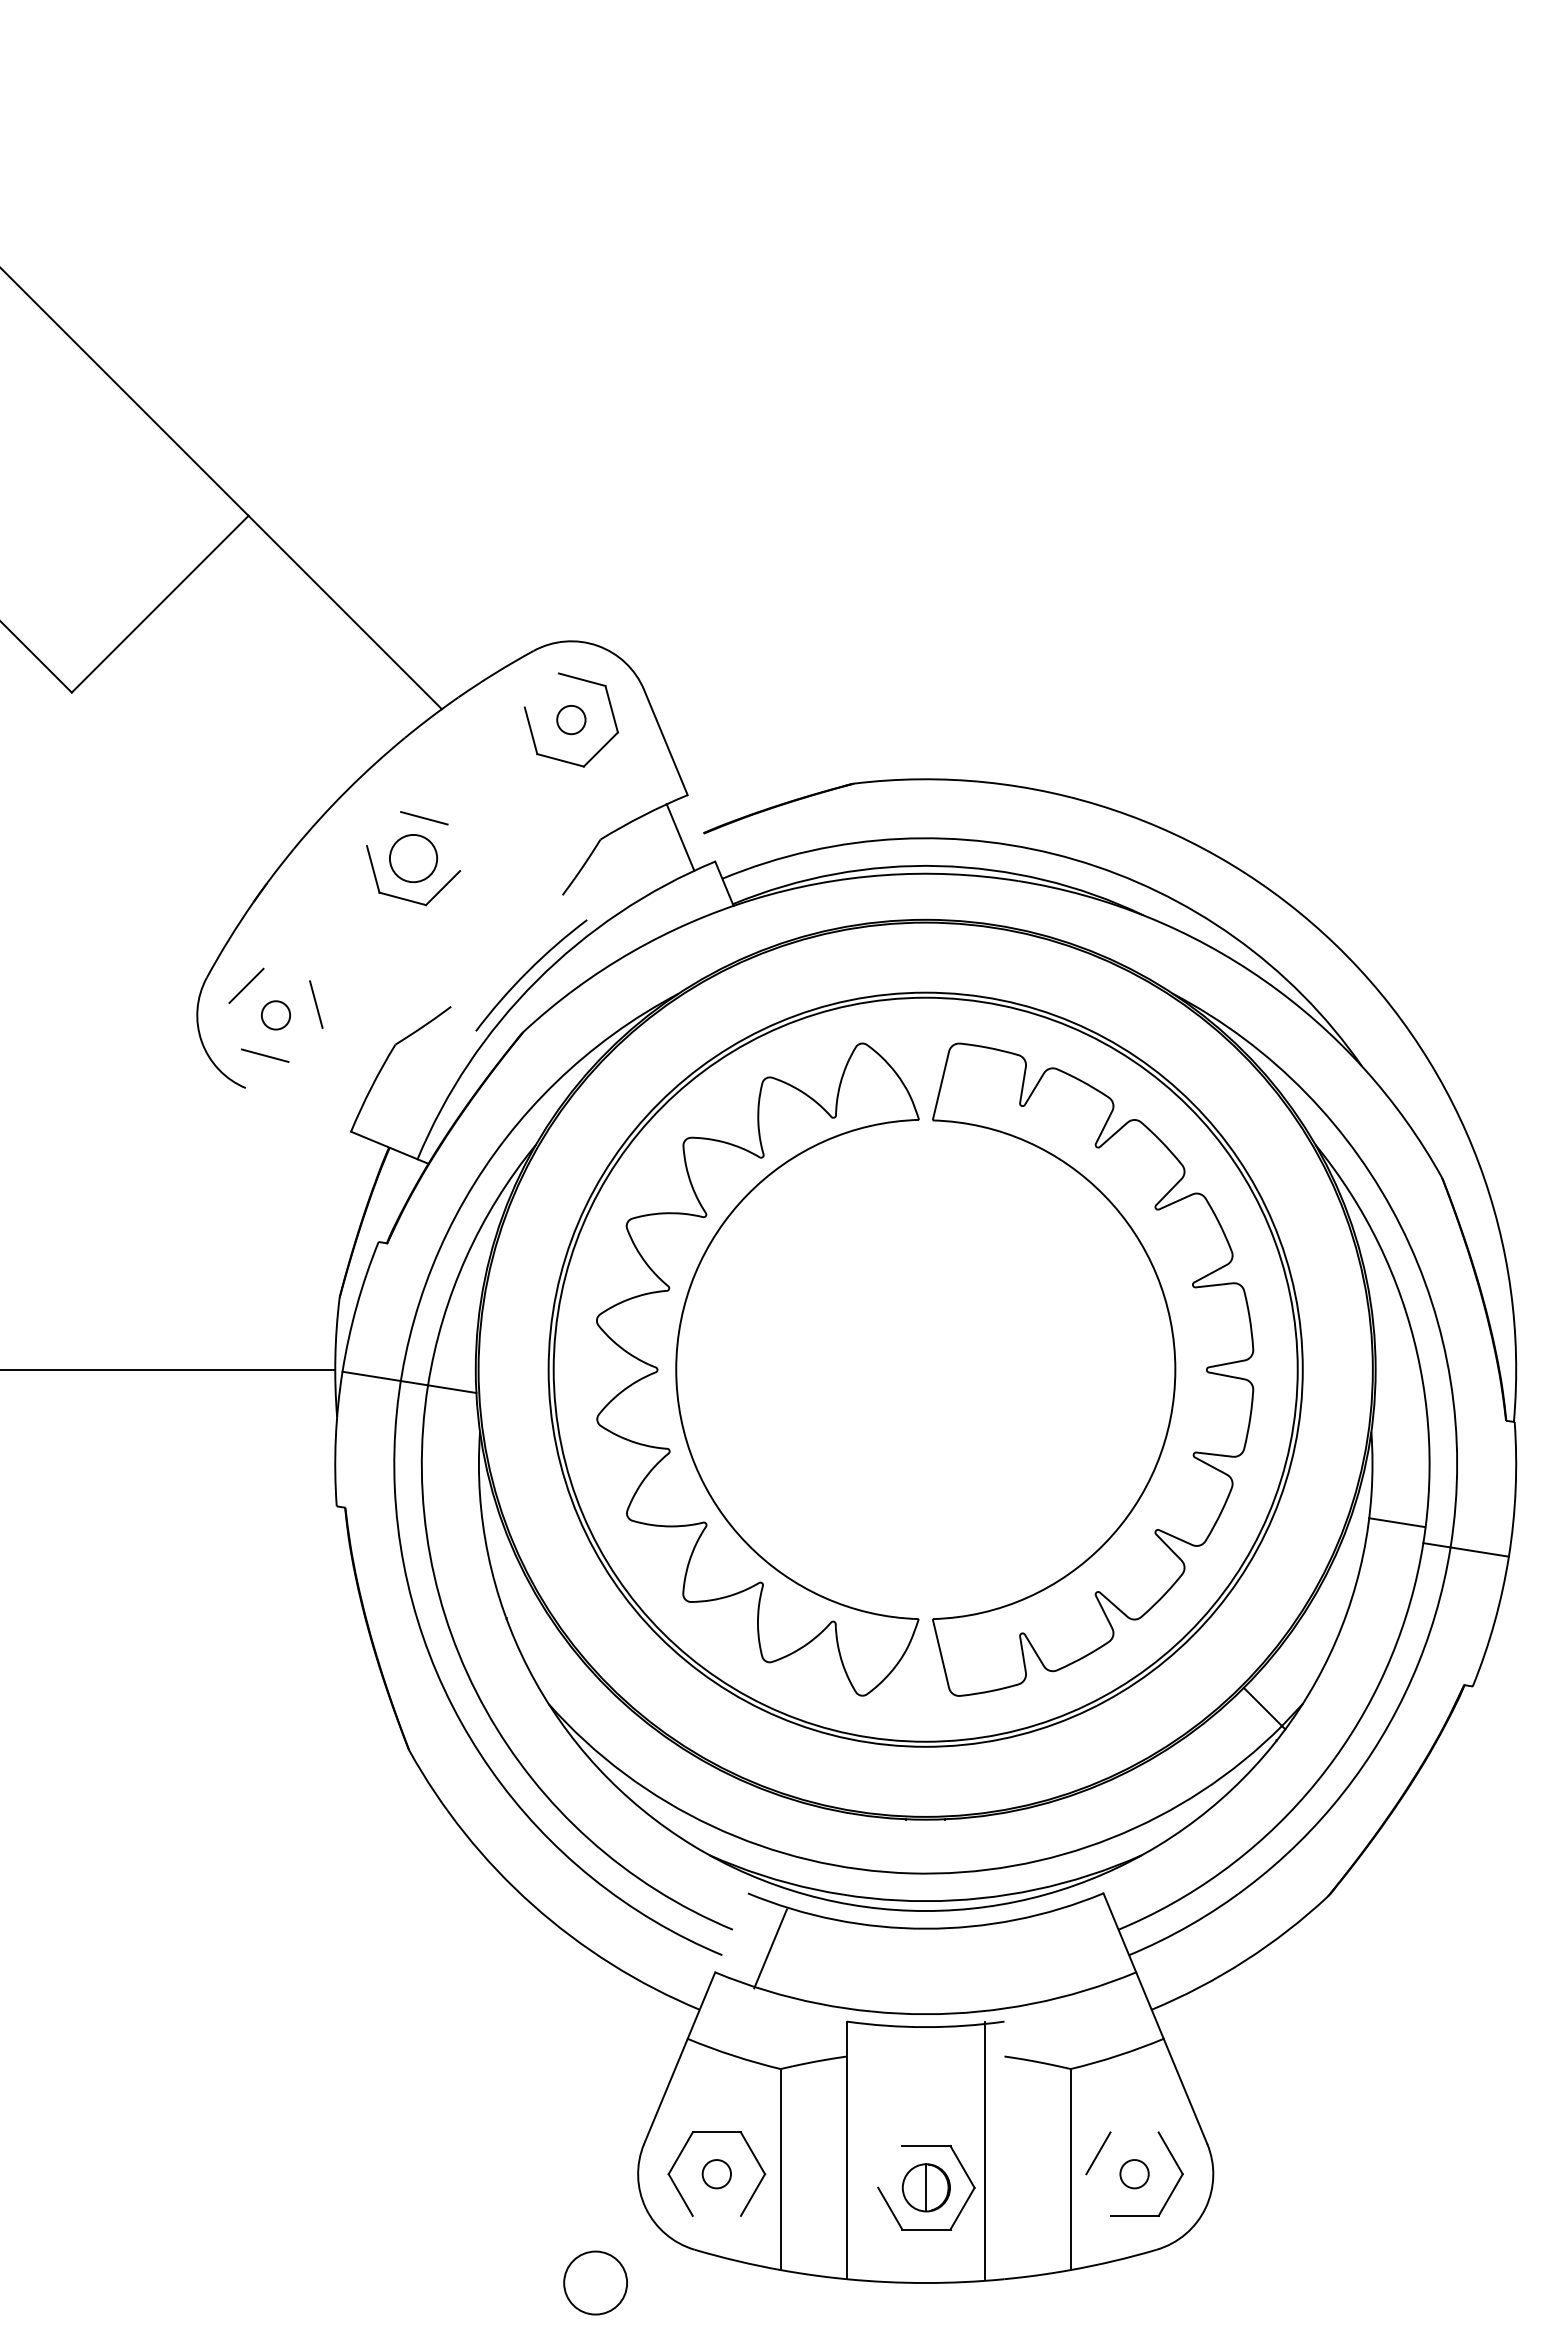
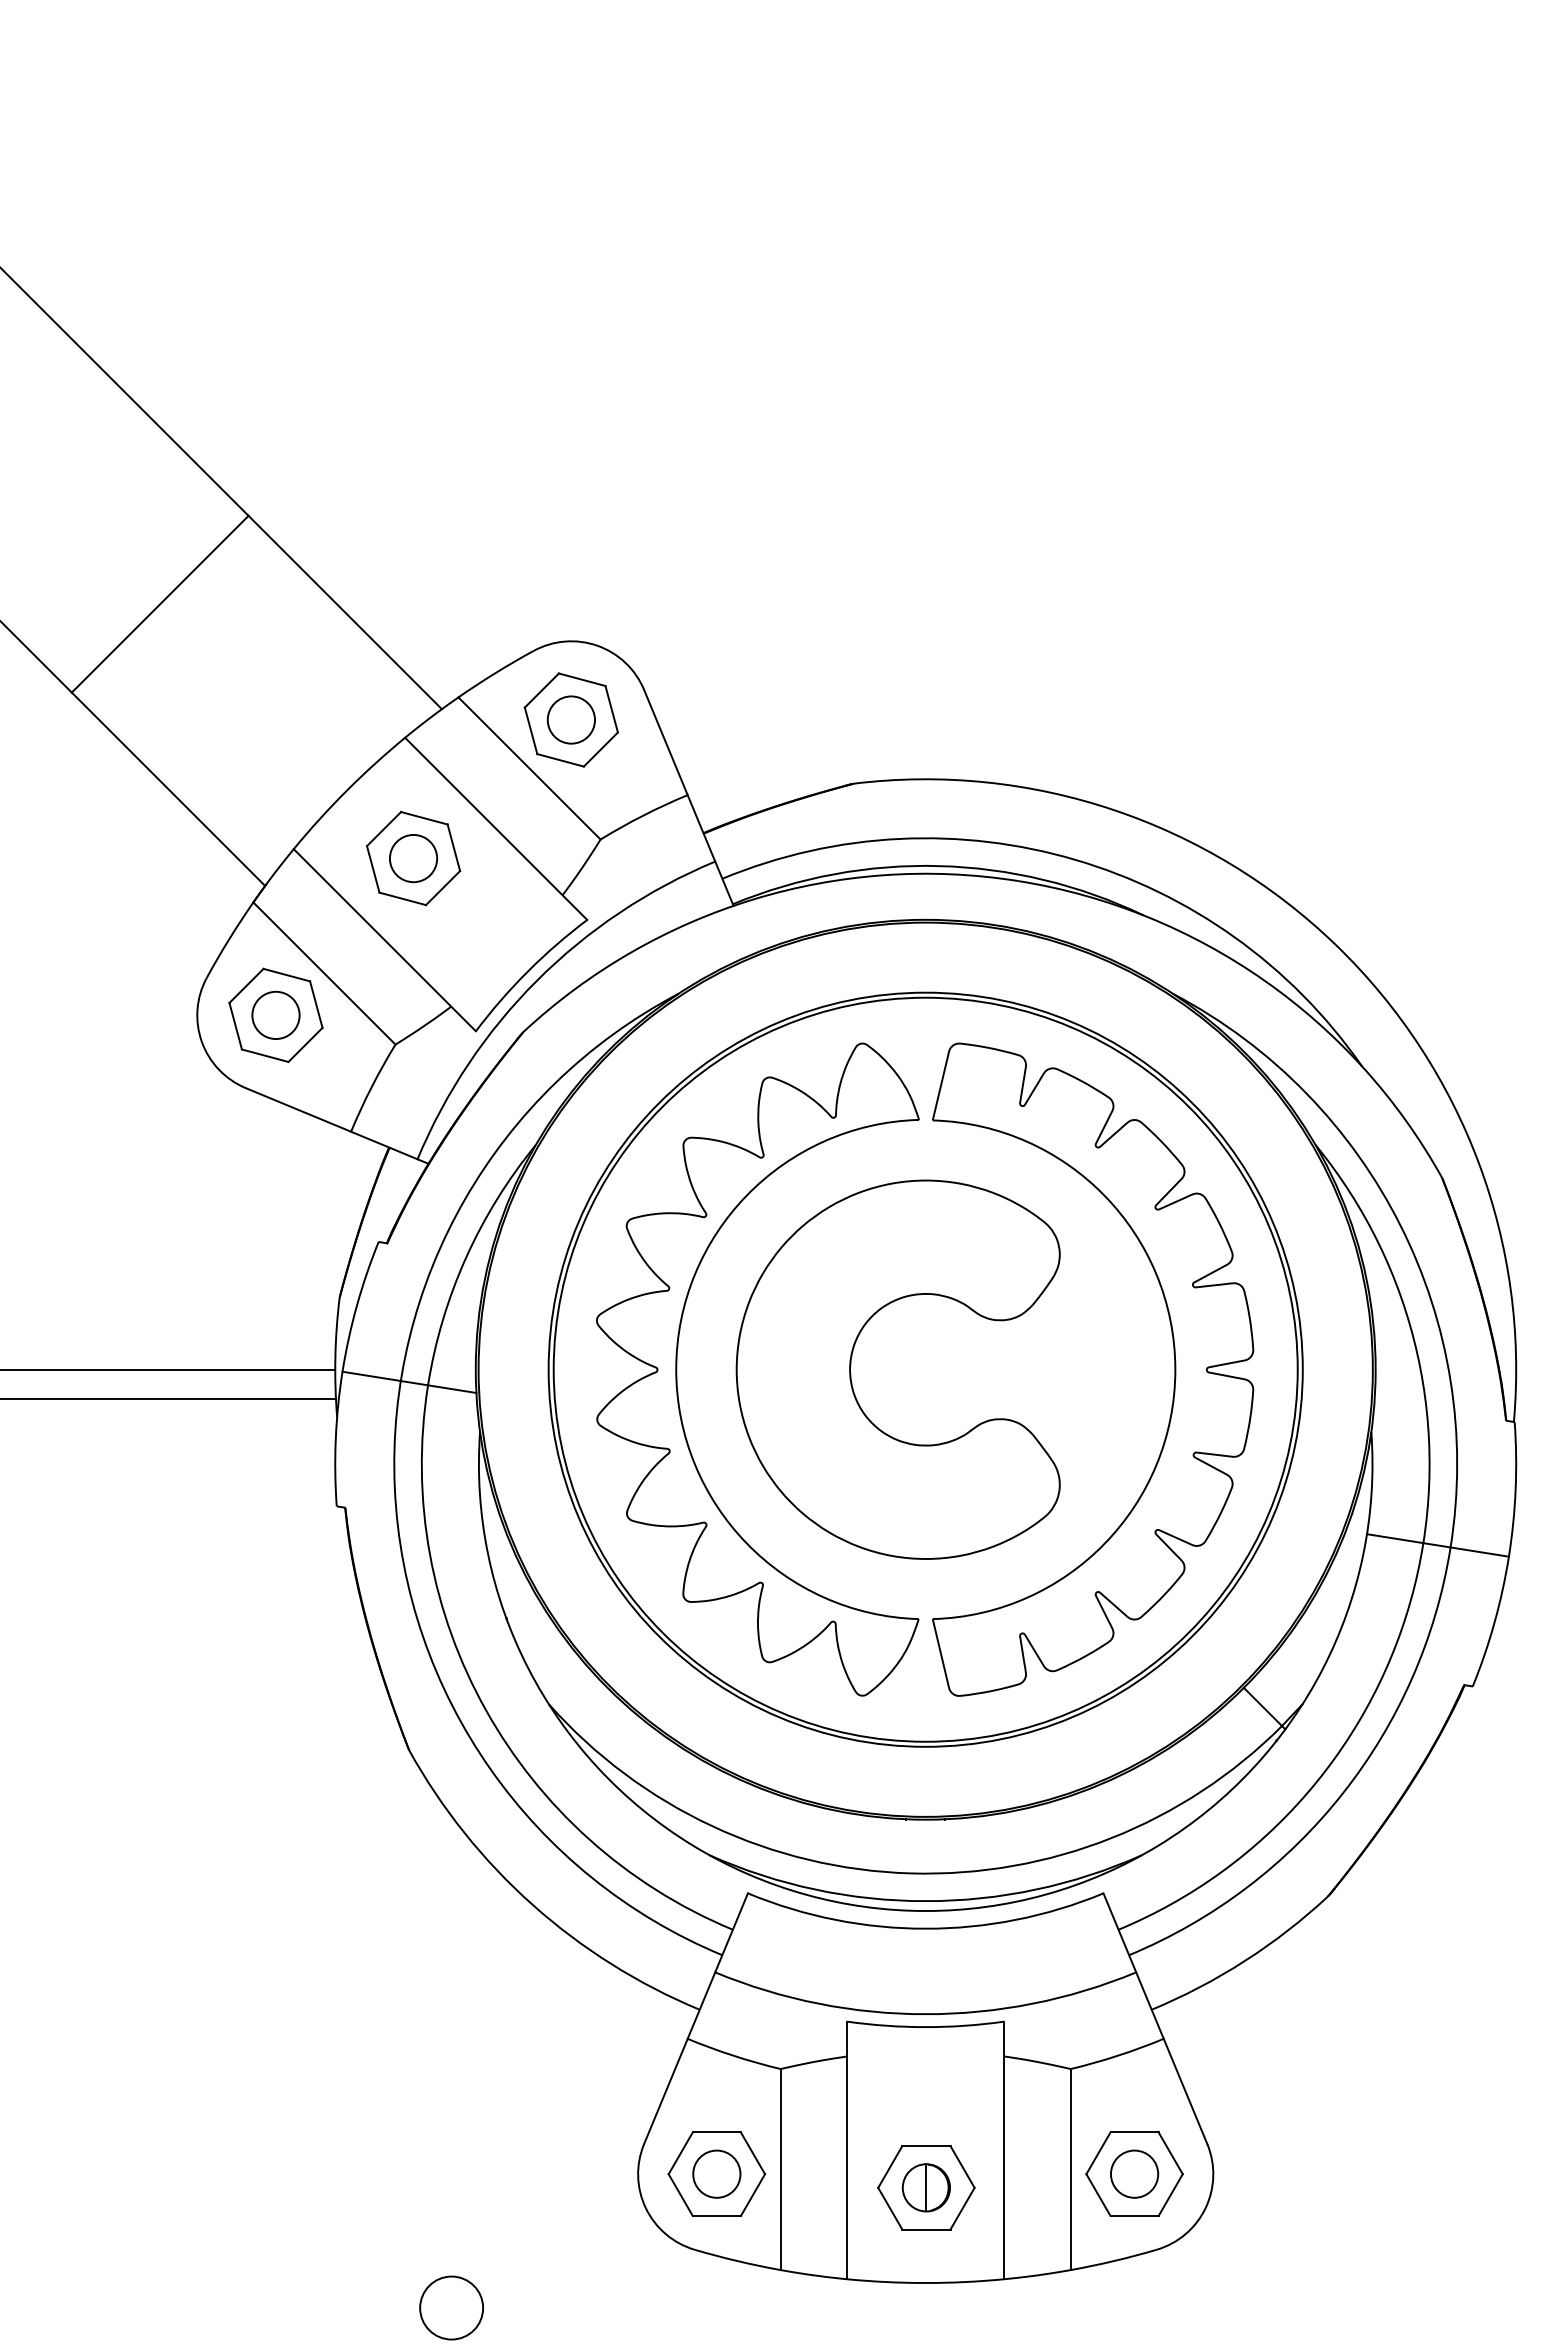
line at (541, 690): none -> present
circle at (571, 719) diameter: 28 px -> 47 px
line at (529, 768): none -> present
line at (168, 788): none -> present
line at (496, 828): none -> present
line at (384, 829): none -> present
line at (680, 837) position: (680, 837) -> (701, 828)
line at (453, 847): none -> present
line at (384, 940): none -> present
line at (324, 973): none -> present
line at (286, 974): none -> present
circle at (275, 1015) diameter: 28 px -> 47 px
line at (235, 1025): none -> present
line at (305, 1044): none -> present
line at (298, 1109): none -> present
part at (851, 1365): none -> present
line at (168, 1398): none -> present
line at (1397, 1522) position: (1397, 1522) -> (1395, 1538)
line at (770, 1948) position: (770, 1948) -> (731, 1932)
line at (1134, 2132): none -> present
line at (985, 2150) position: (985, 2150) -> (1004, 2150)
line at (890, 2166): none -> present
circle at (716, 2174) diameter: 28 px -> 47 px
circle at (1134, 2174) diameter: 28 px -> 47 px
line at (1098, 2194): none -> present
line at (716, 2215): none -> present
circle at (595, 2282) position: (595, 2282) -> (451, 2307)
